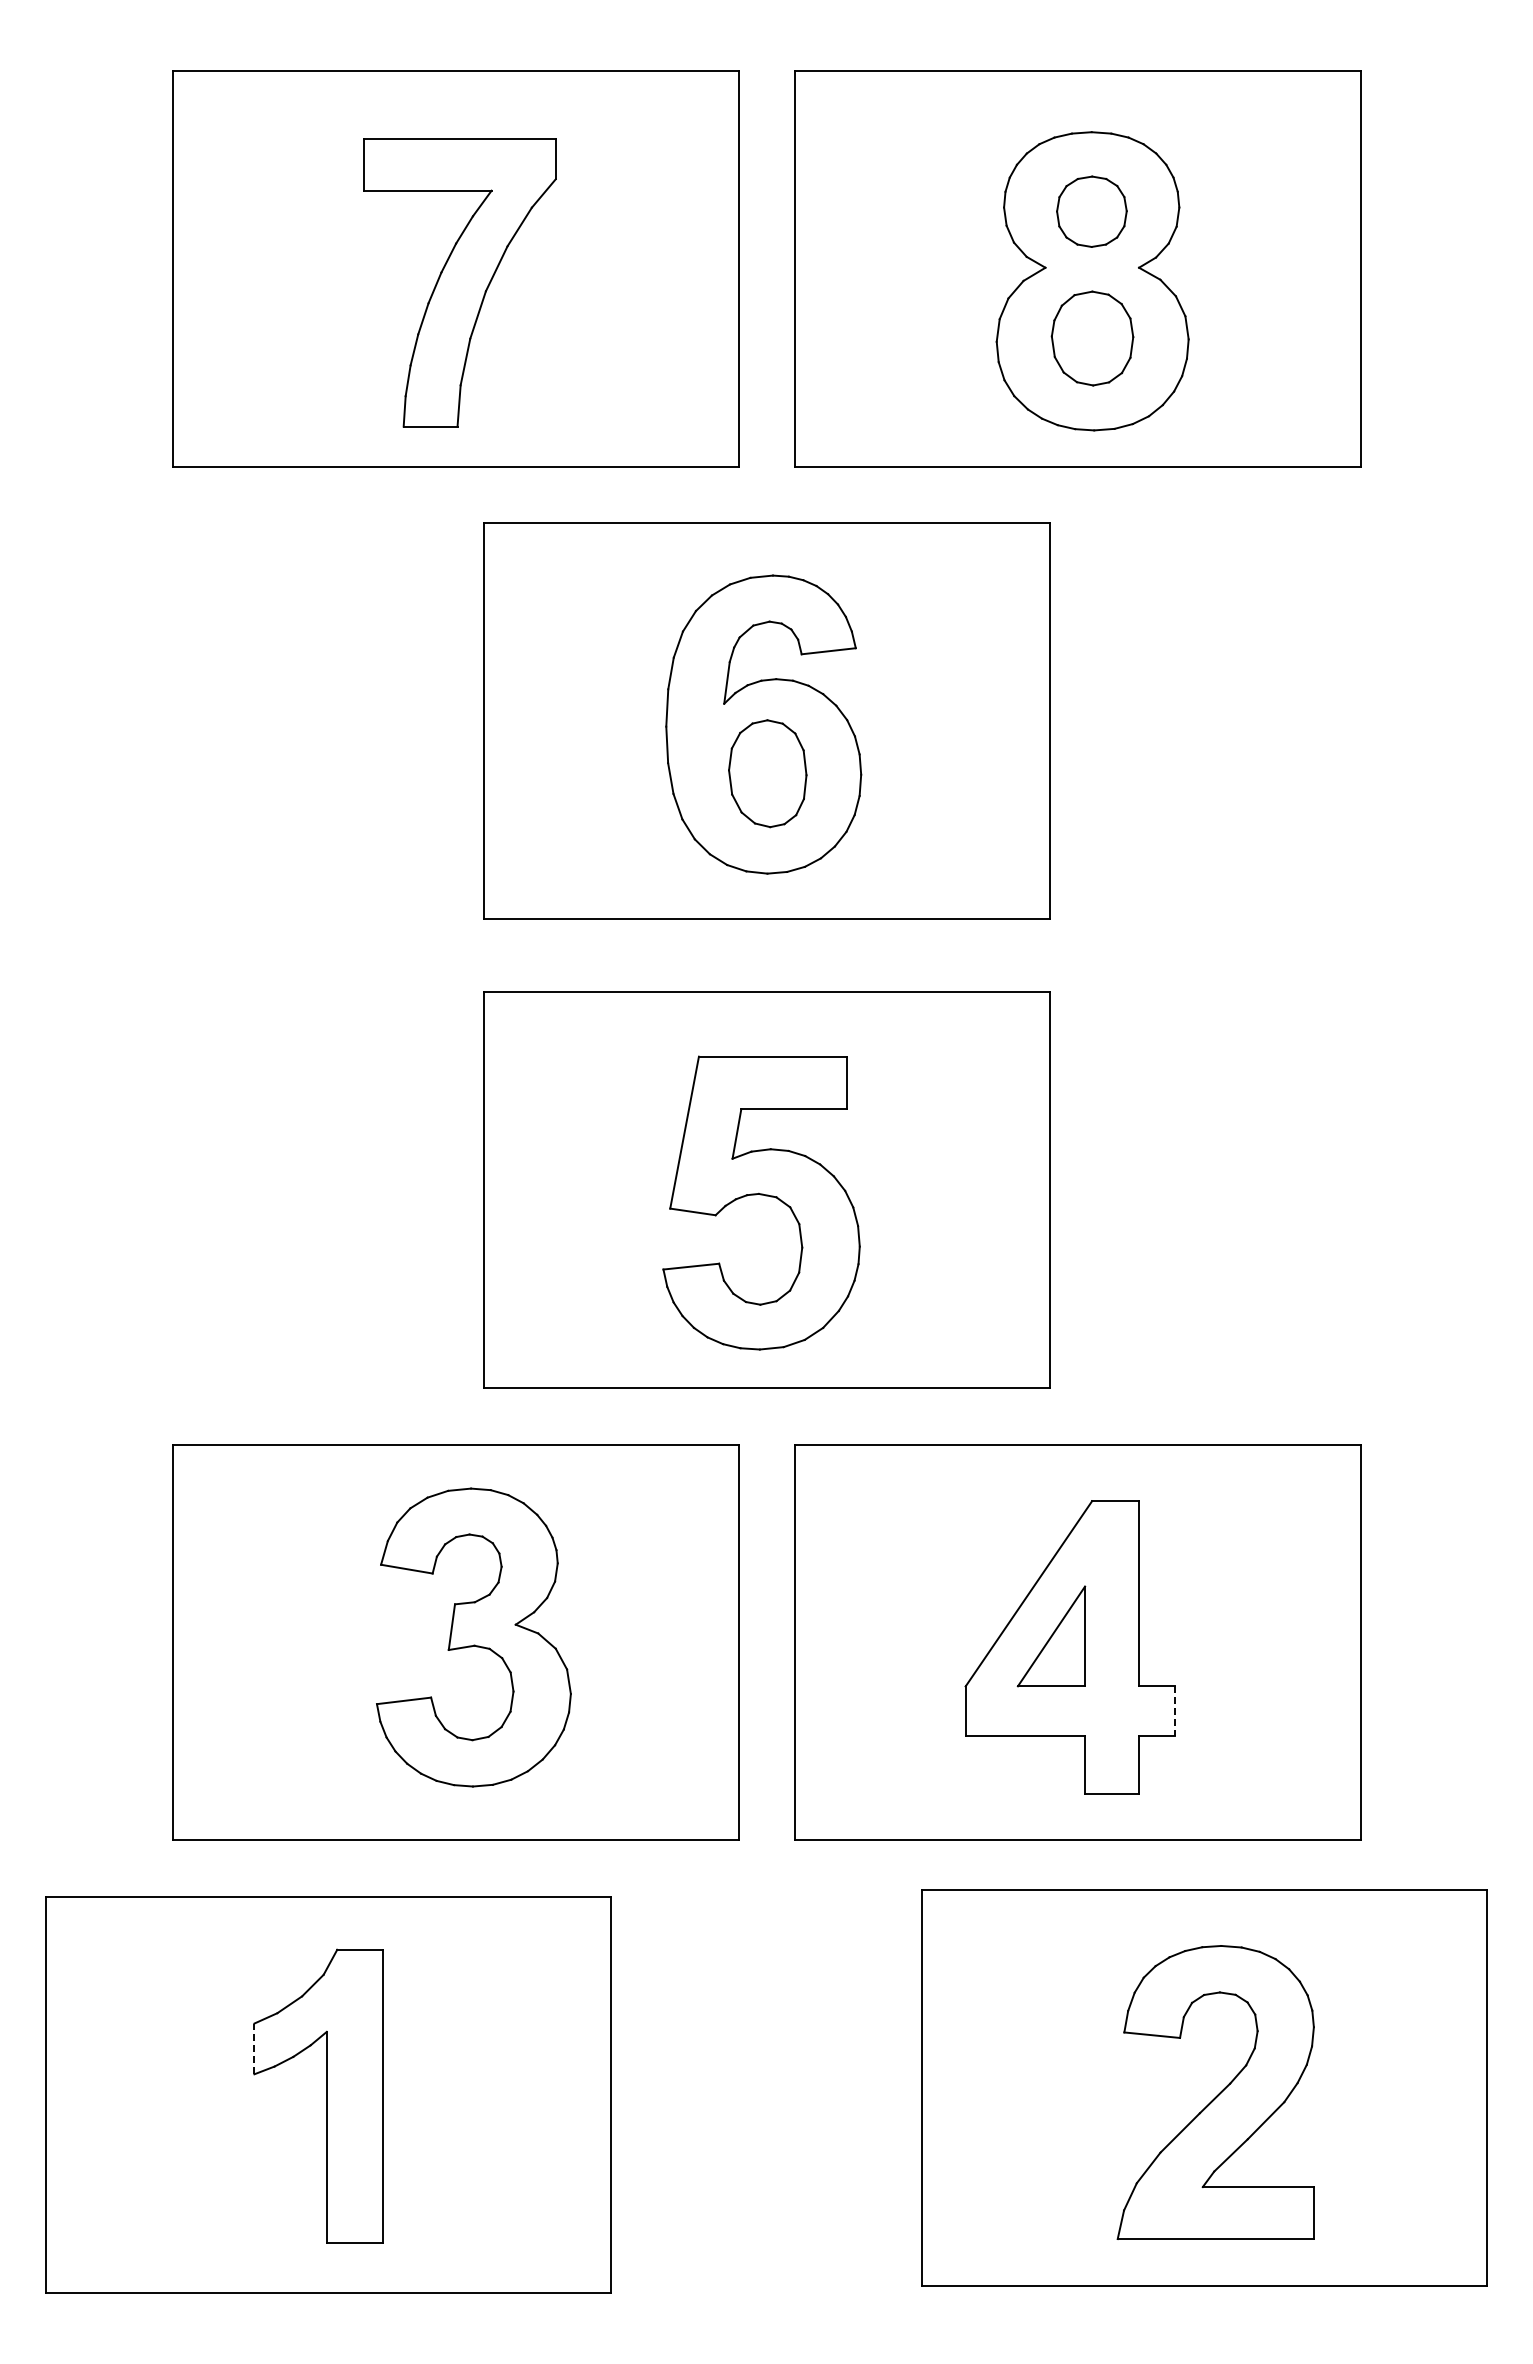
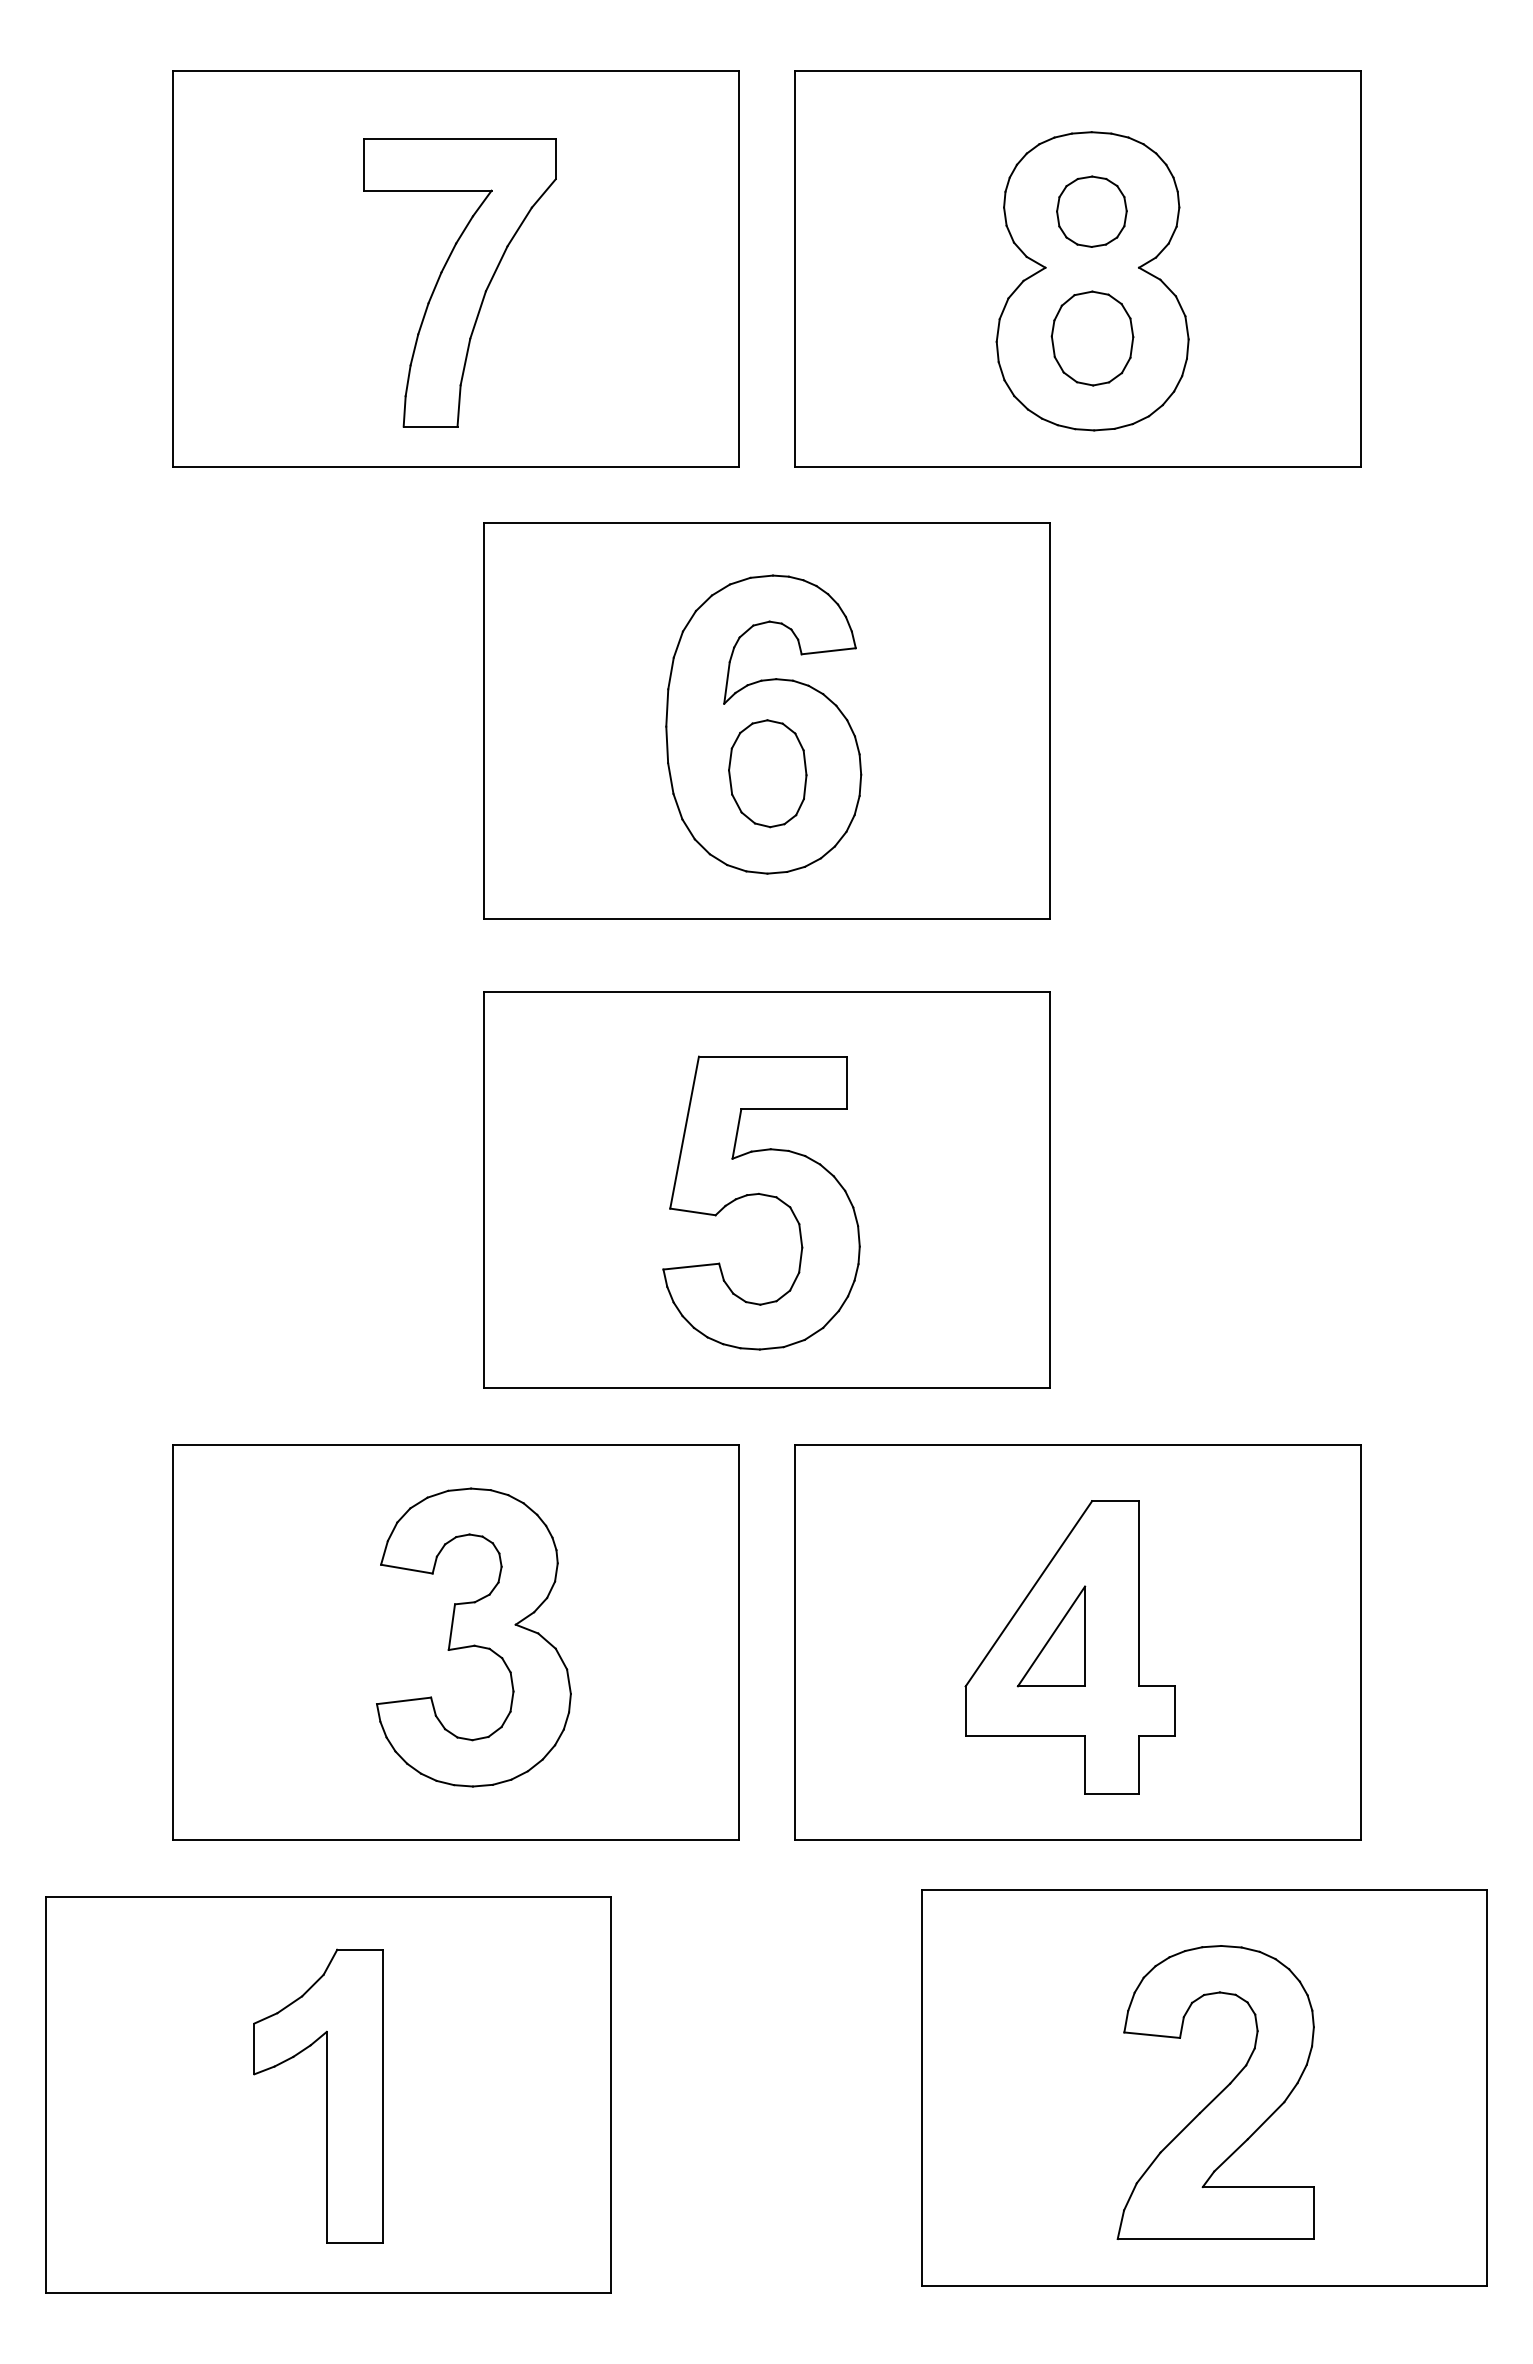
line at (1175, 1710): dashed -> solid
line at (254, 2048): dashed -> solid
